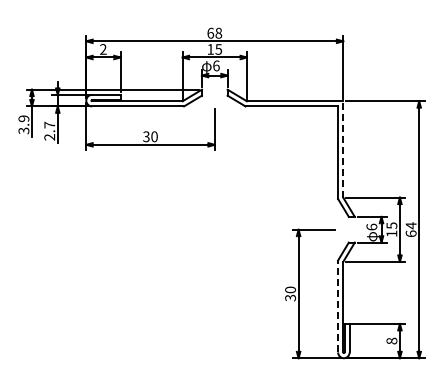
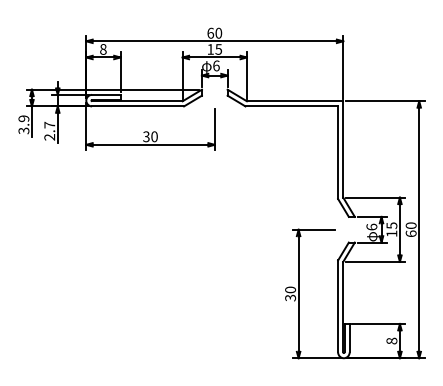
text at (218, 33): 68 -> 60
text at (103, 49): 2 -> 8
line at (343, 148): dashed -> solid
text at (410, 225): 64 -> 60
line at (338, 306): dashed -> solid
